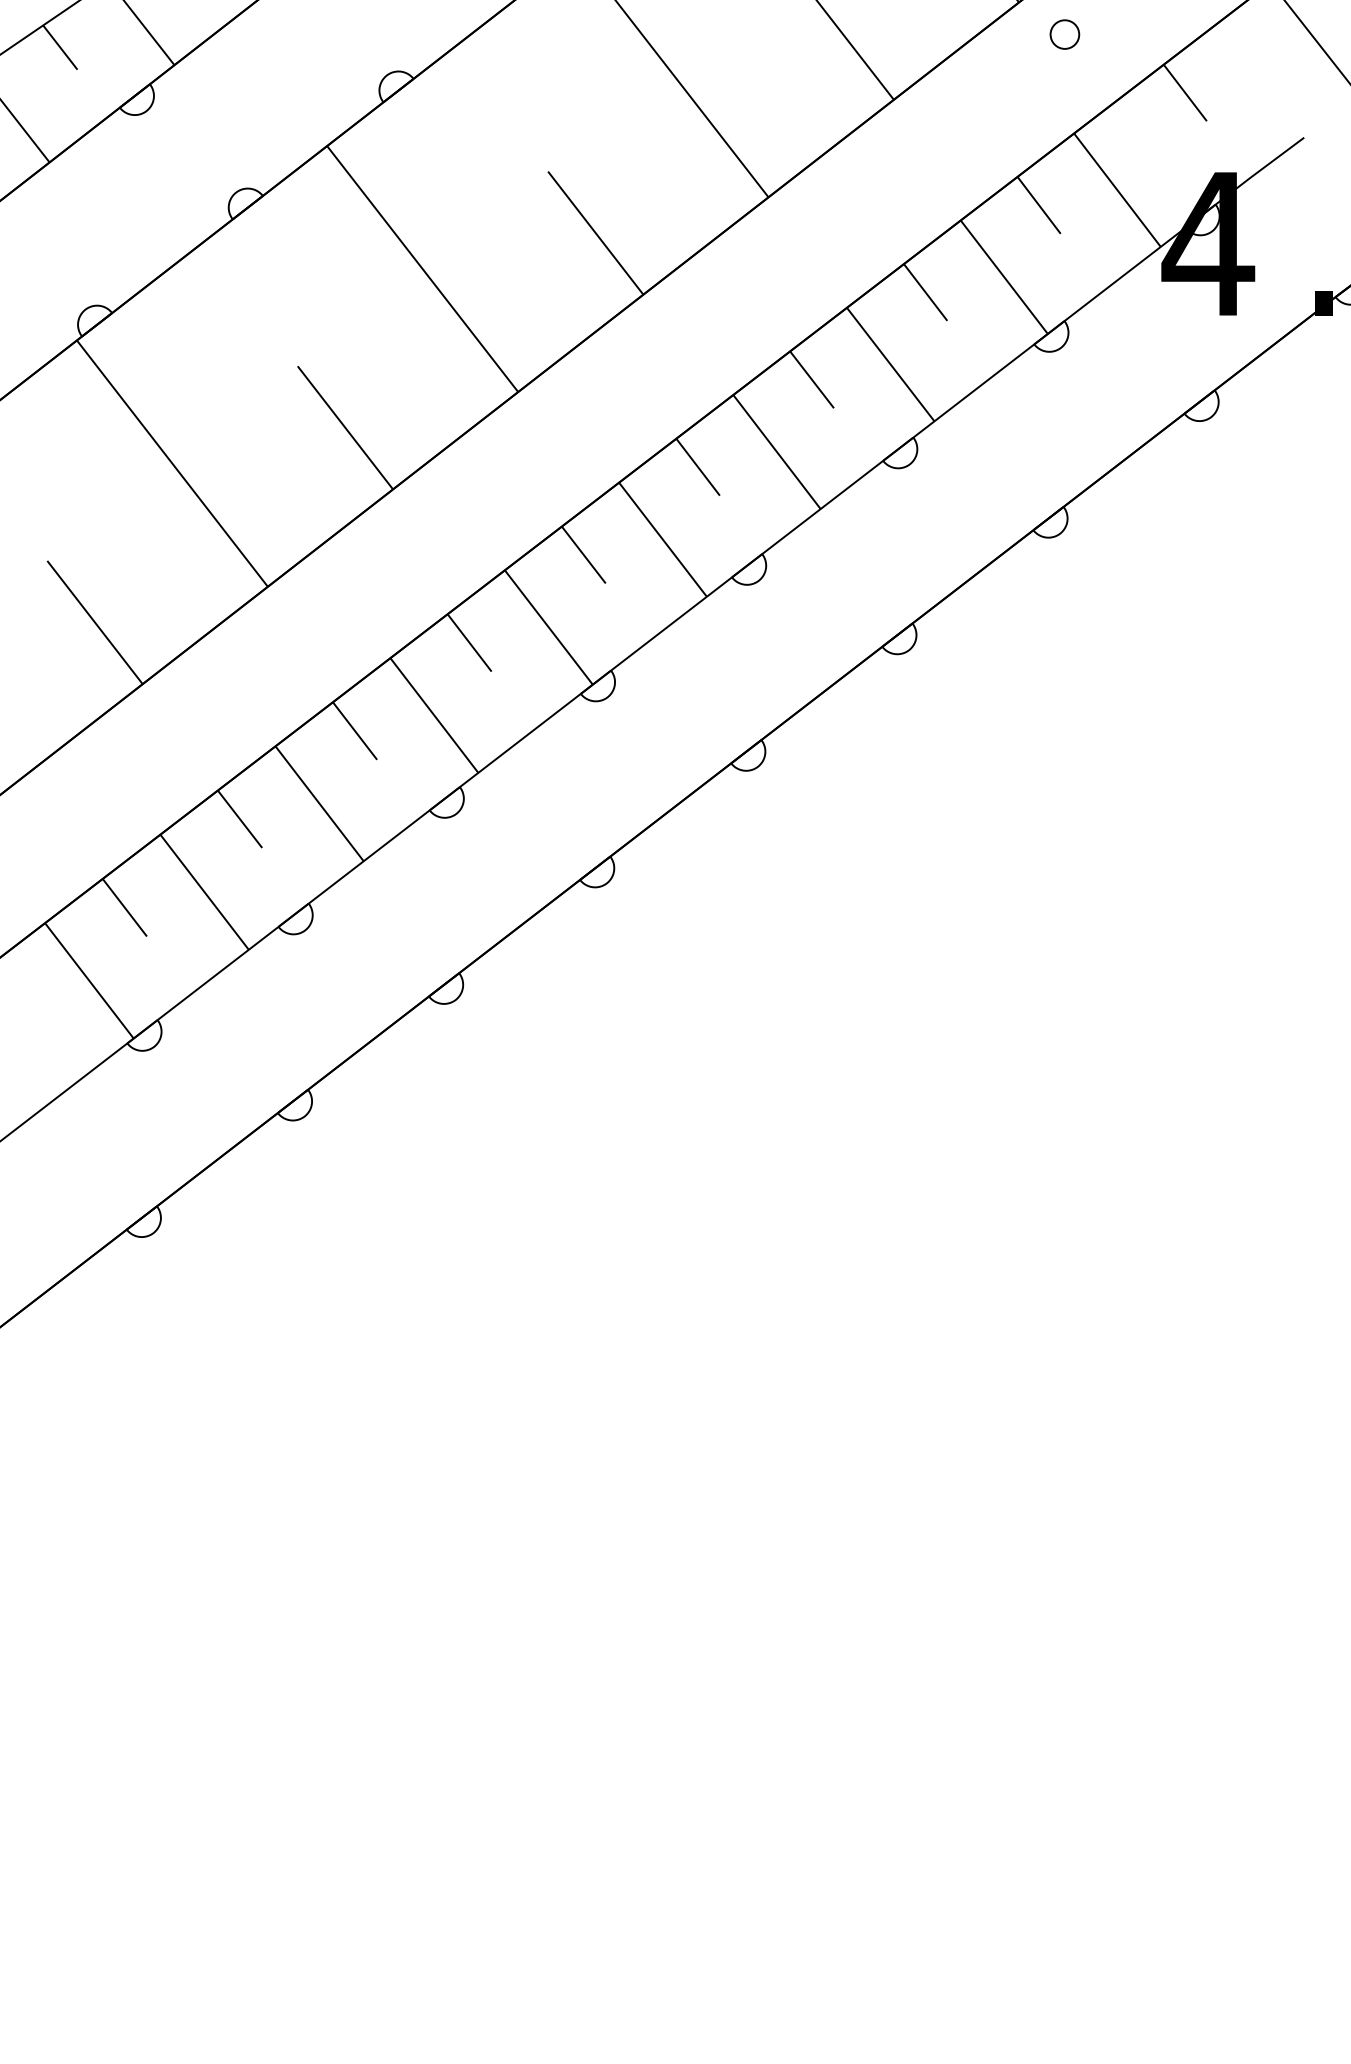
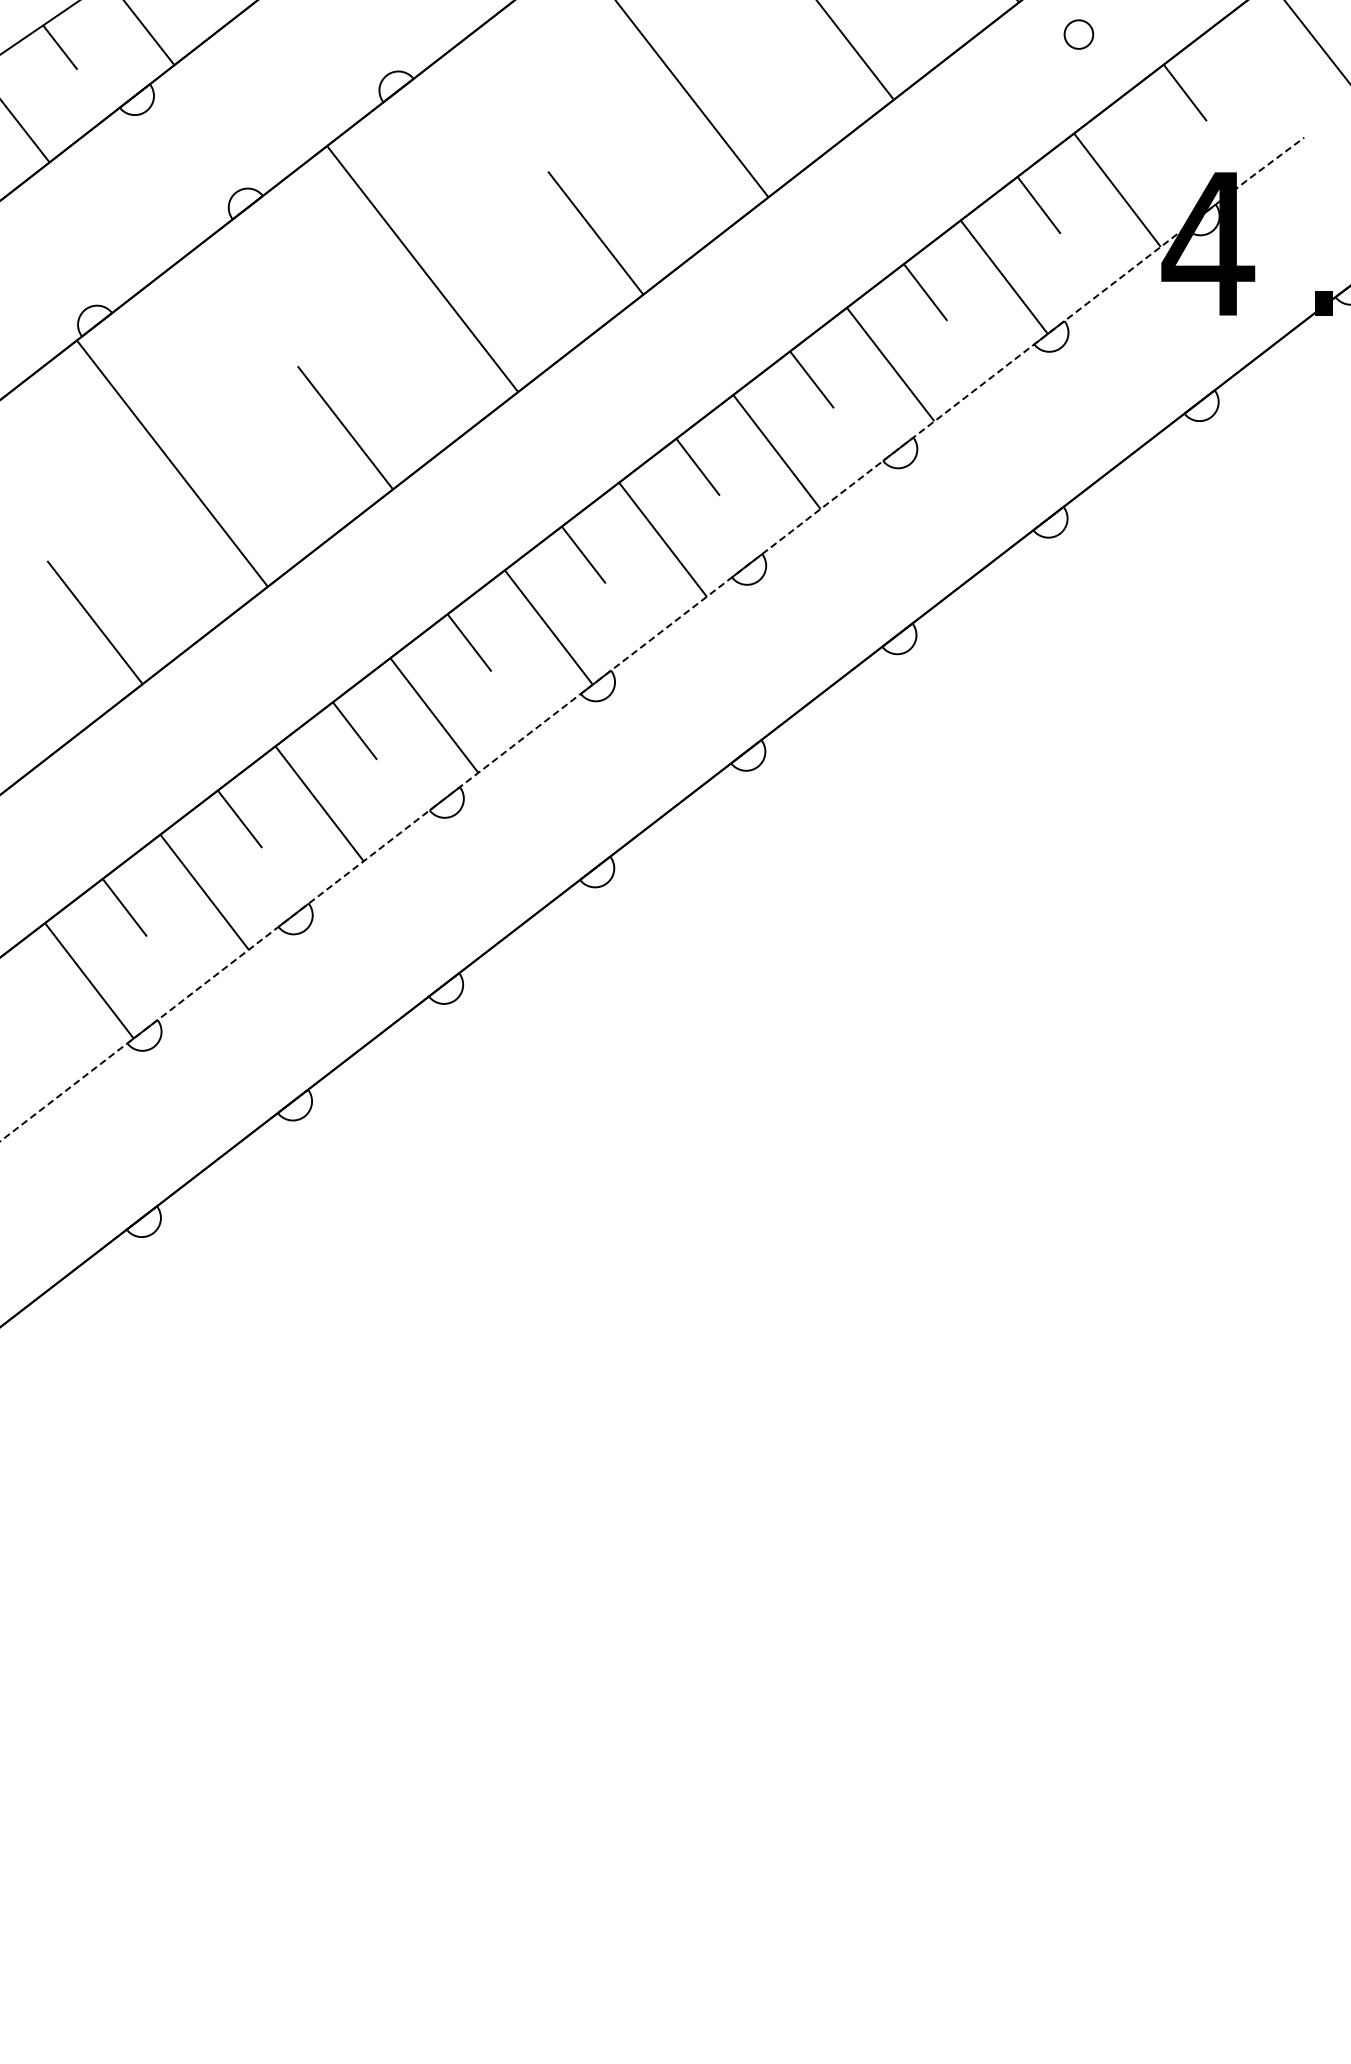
circle at (1064, 34) position: (1064, 34) -> (1078, 34)
line at (652, 638): solid -> dashed
